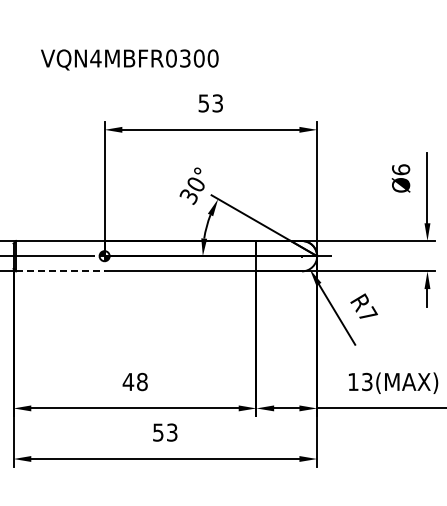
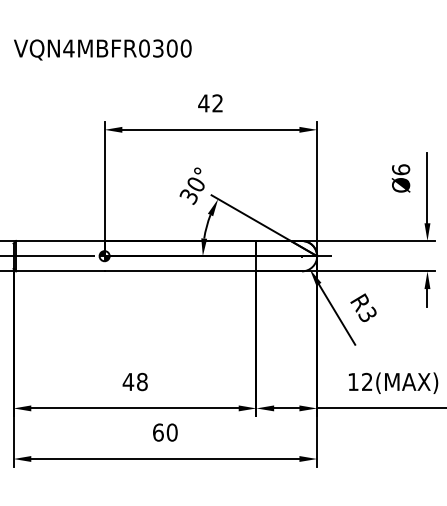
text at (129, 59) position: (129, 59) -> (102, 49)
text at (210, 103): 53 -> 42
line at (60, 271): dashed -> solid
text at (367, 314): R7 -> R3
text at (367, 382): 13(MAX) -> 12(MAX)
text at (165, 432): 53 -> 60
